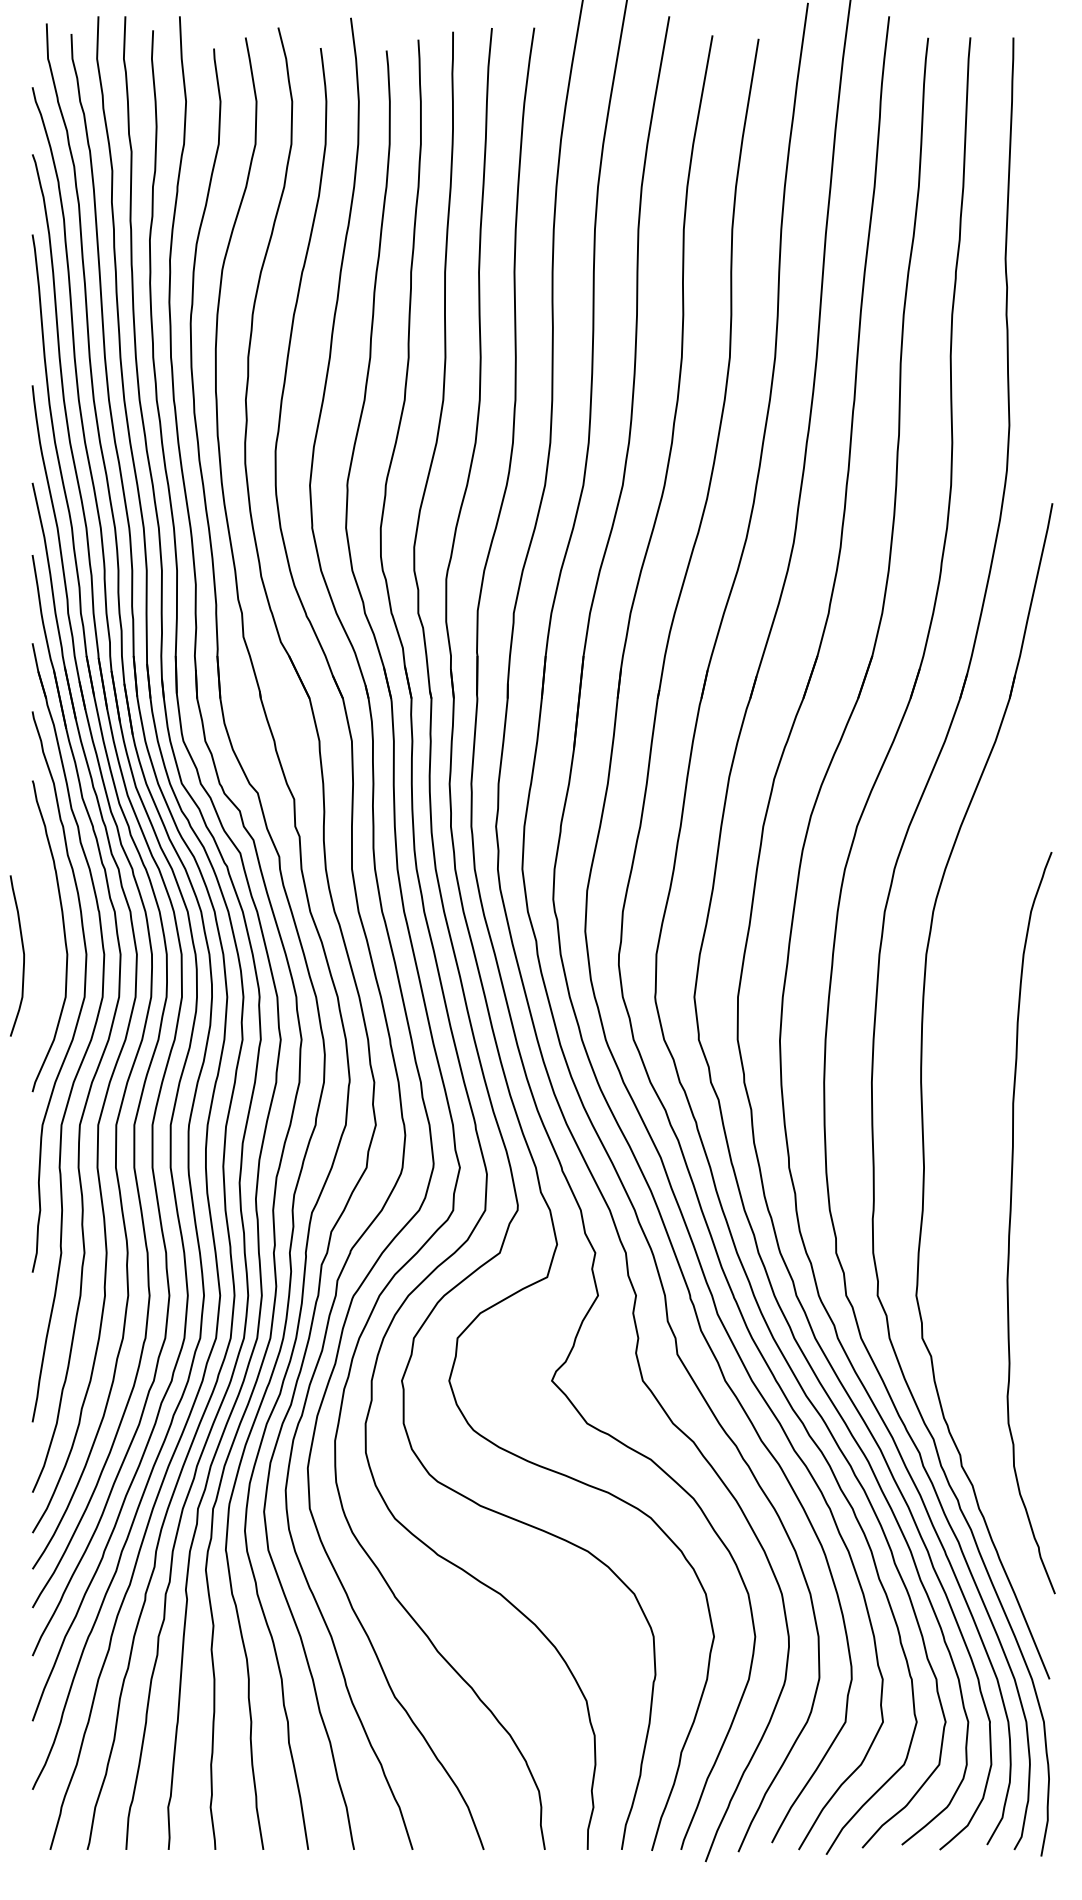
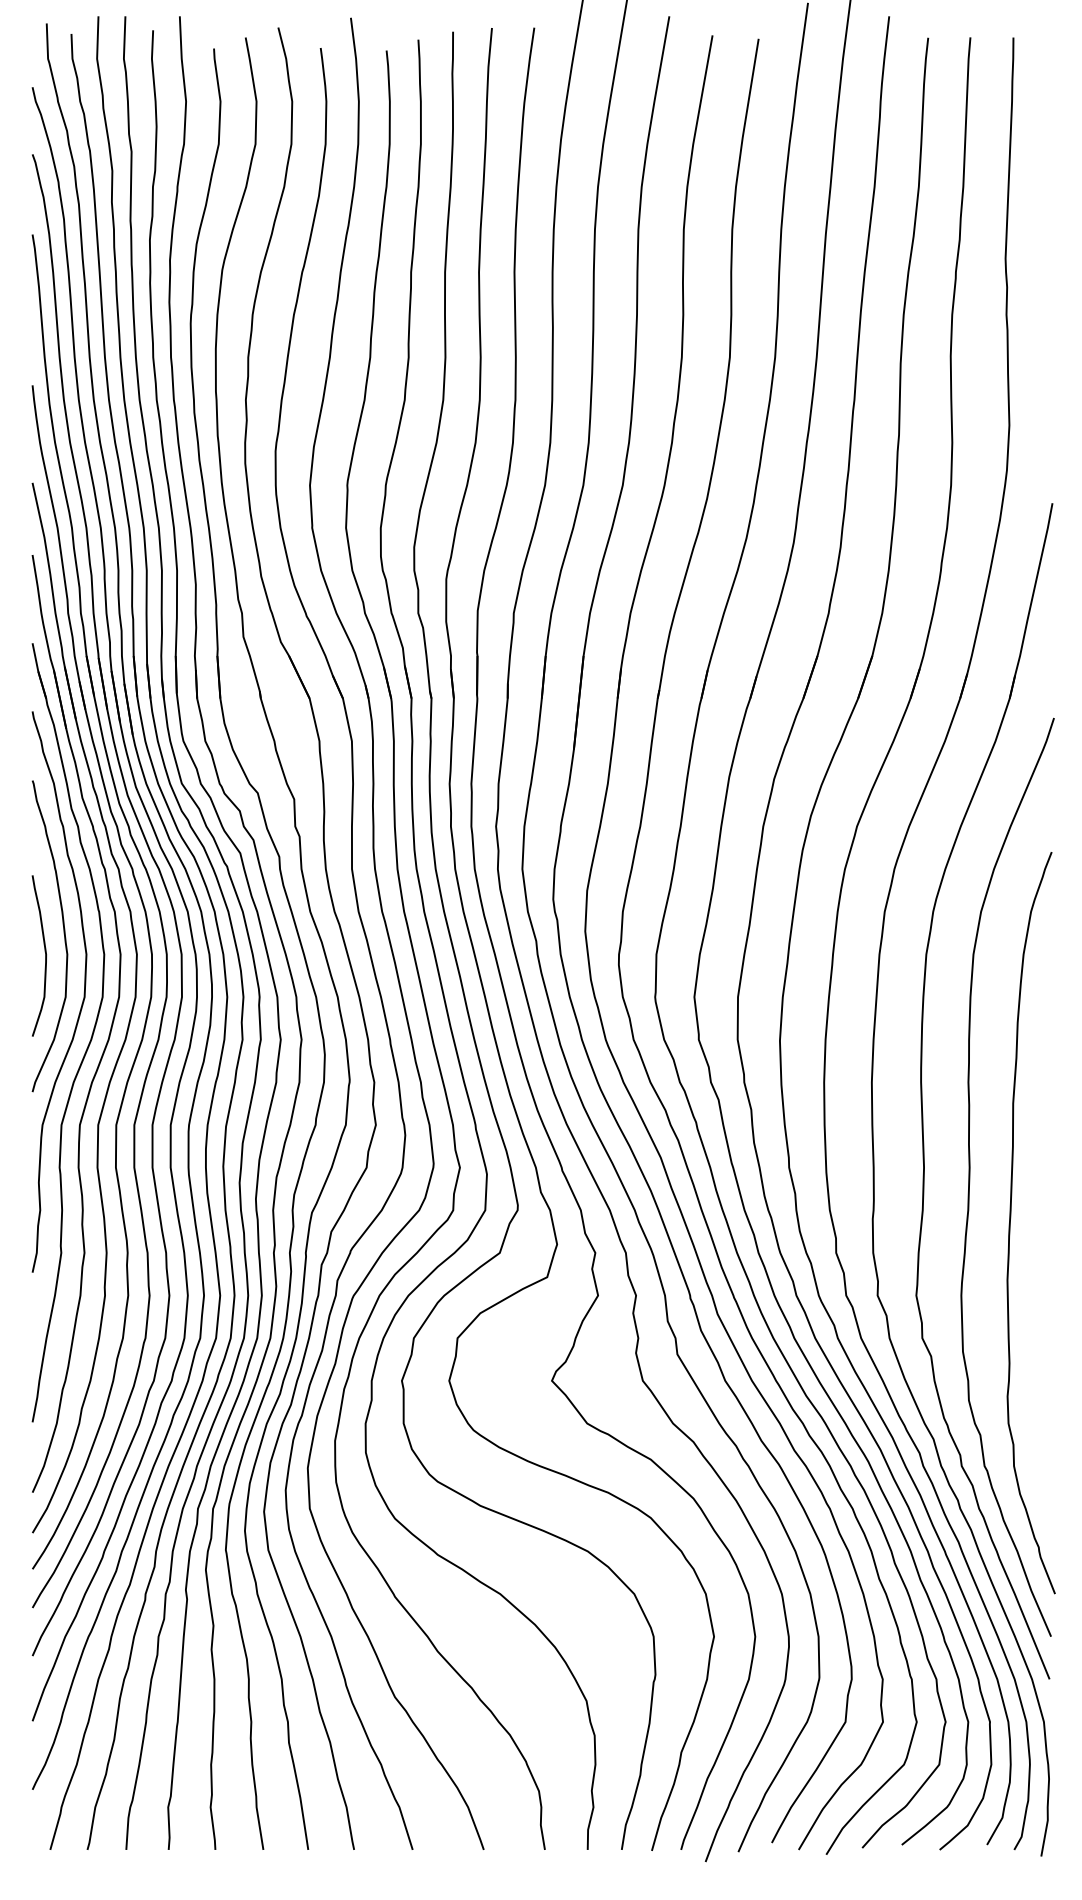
curve at (23, 955) position: (23, 955) -> (45, 955)
curve at (970, 1176): none -> present
